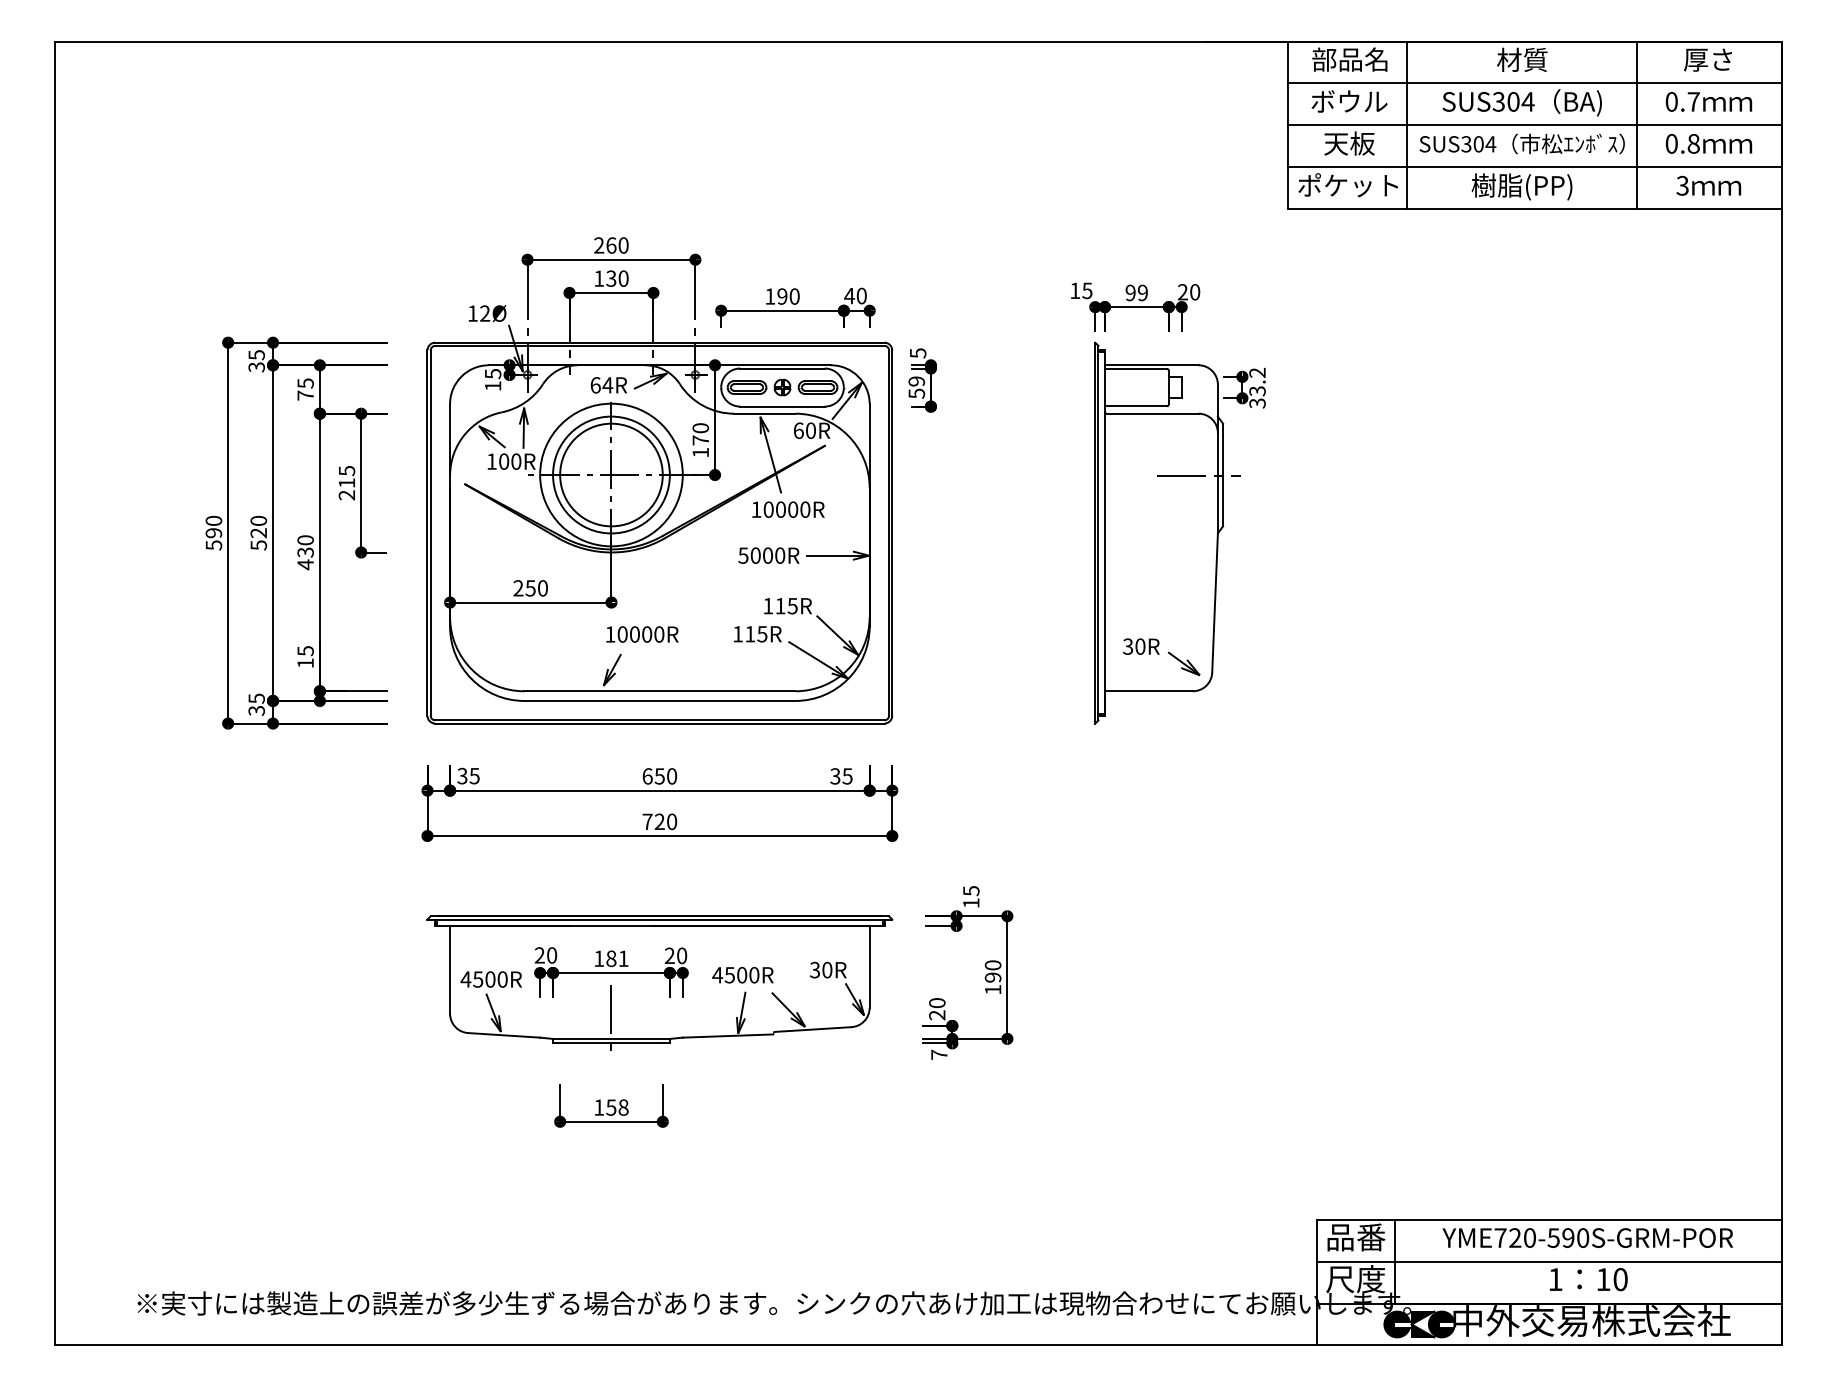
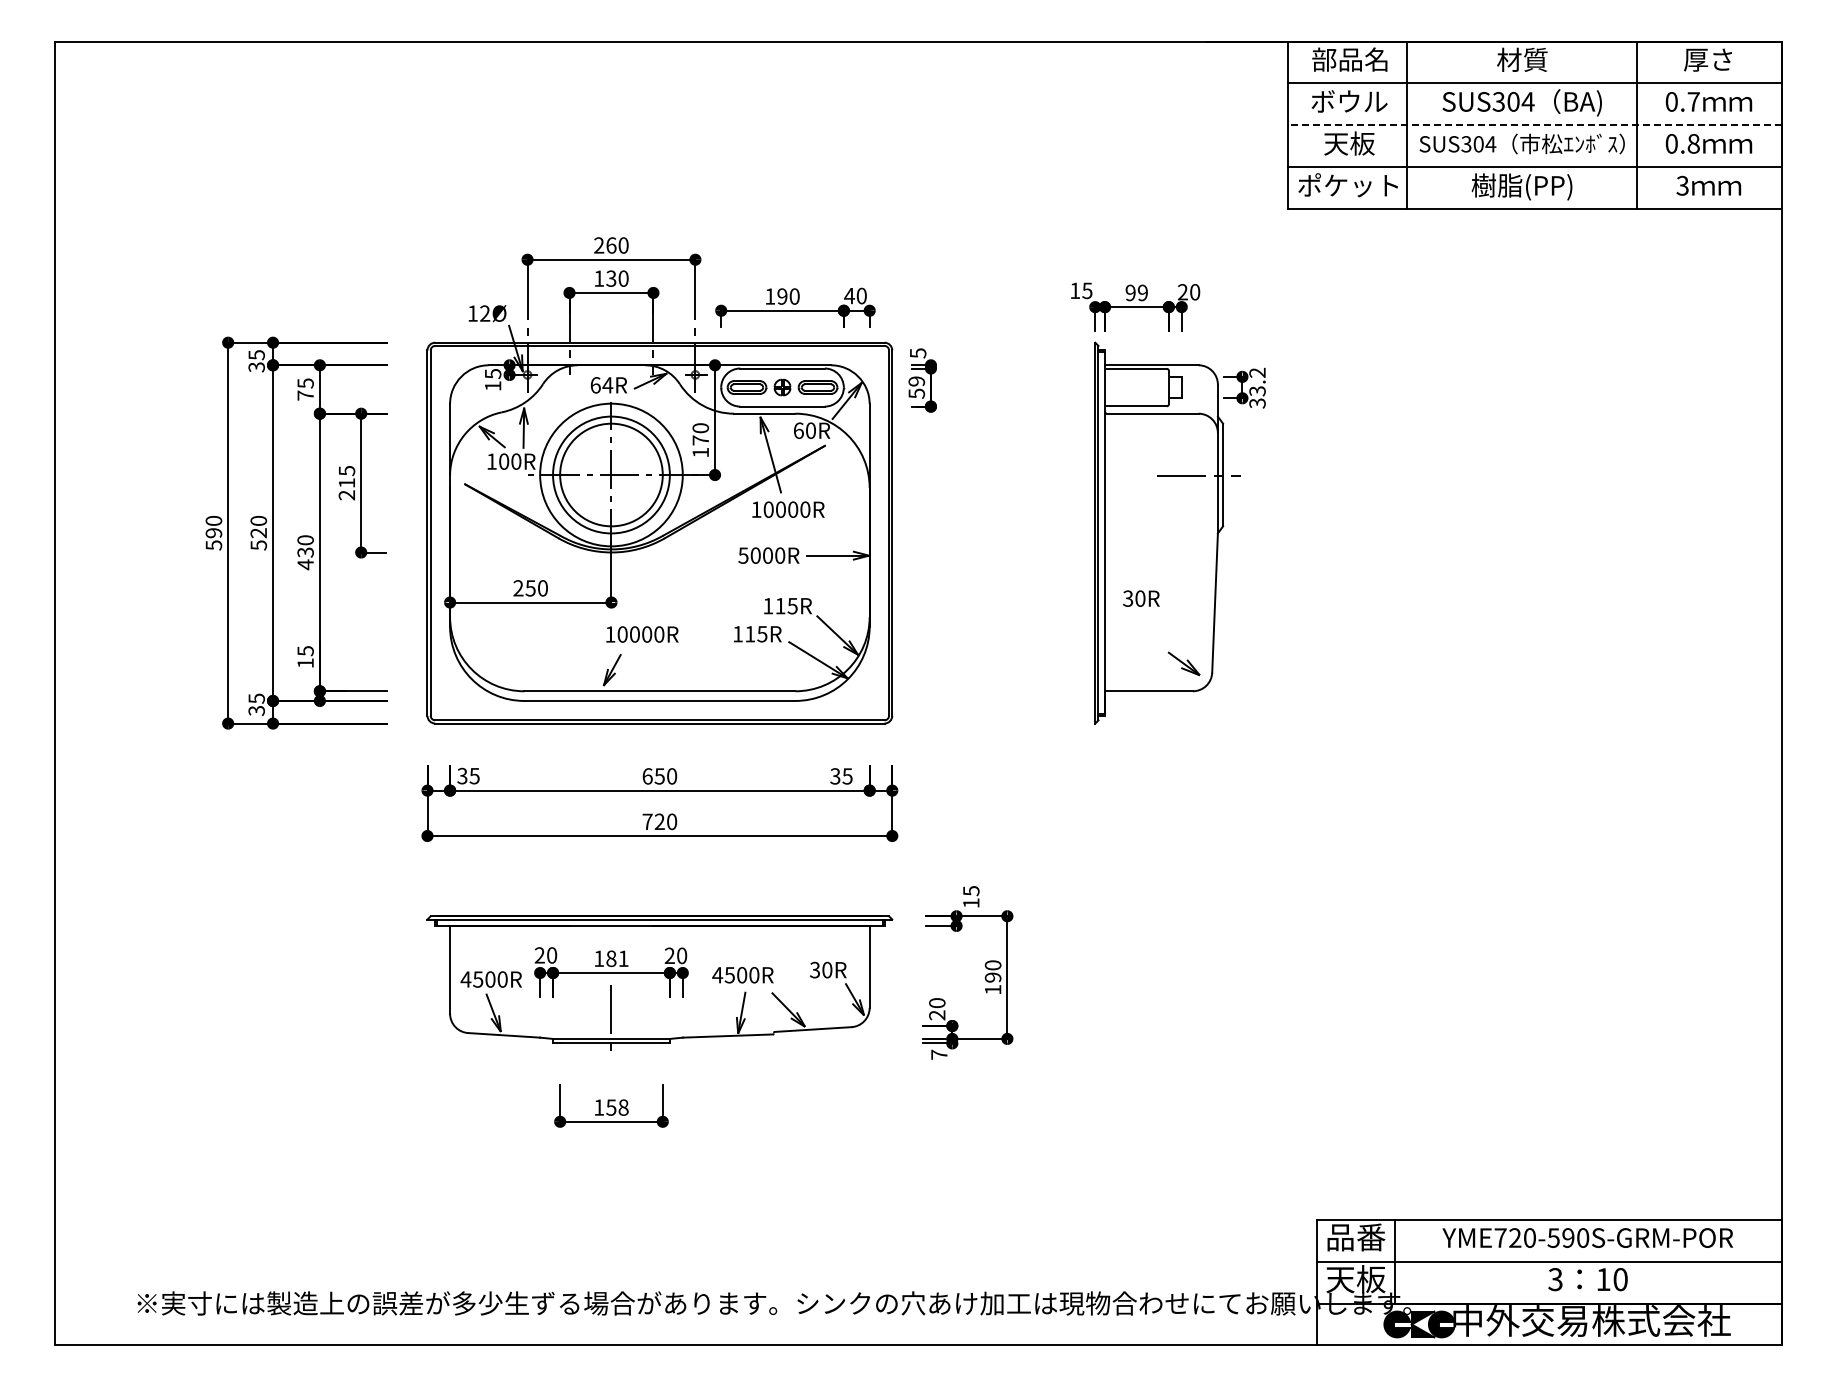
line at (1535, 125): solid -> dashed
text at (1141, 646) position: (1141, 646) -> (1141, 598)
text at (1355, 1279): 尺度 -> 天板
text at (1555, 1279): 1 -> 3
